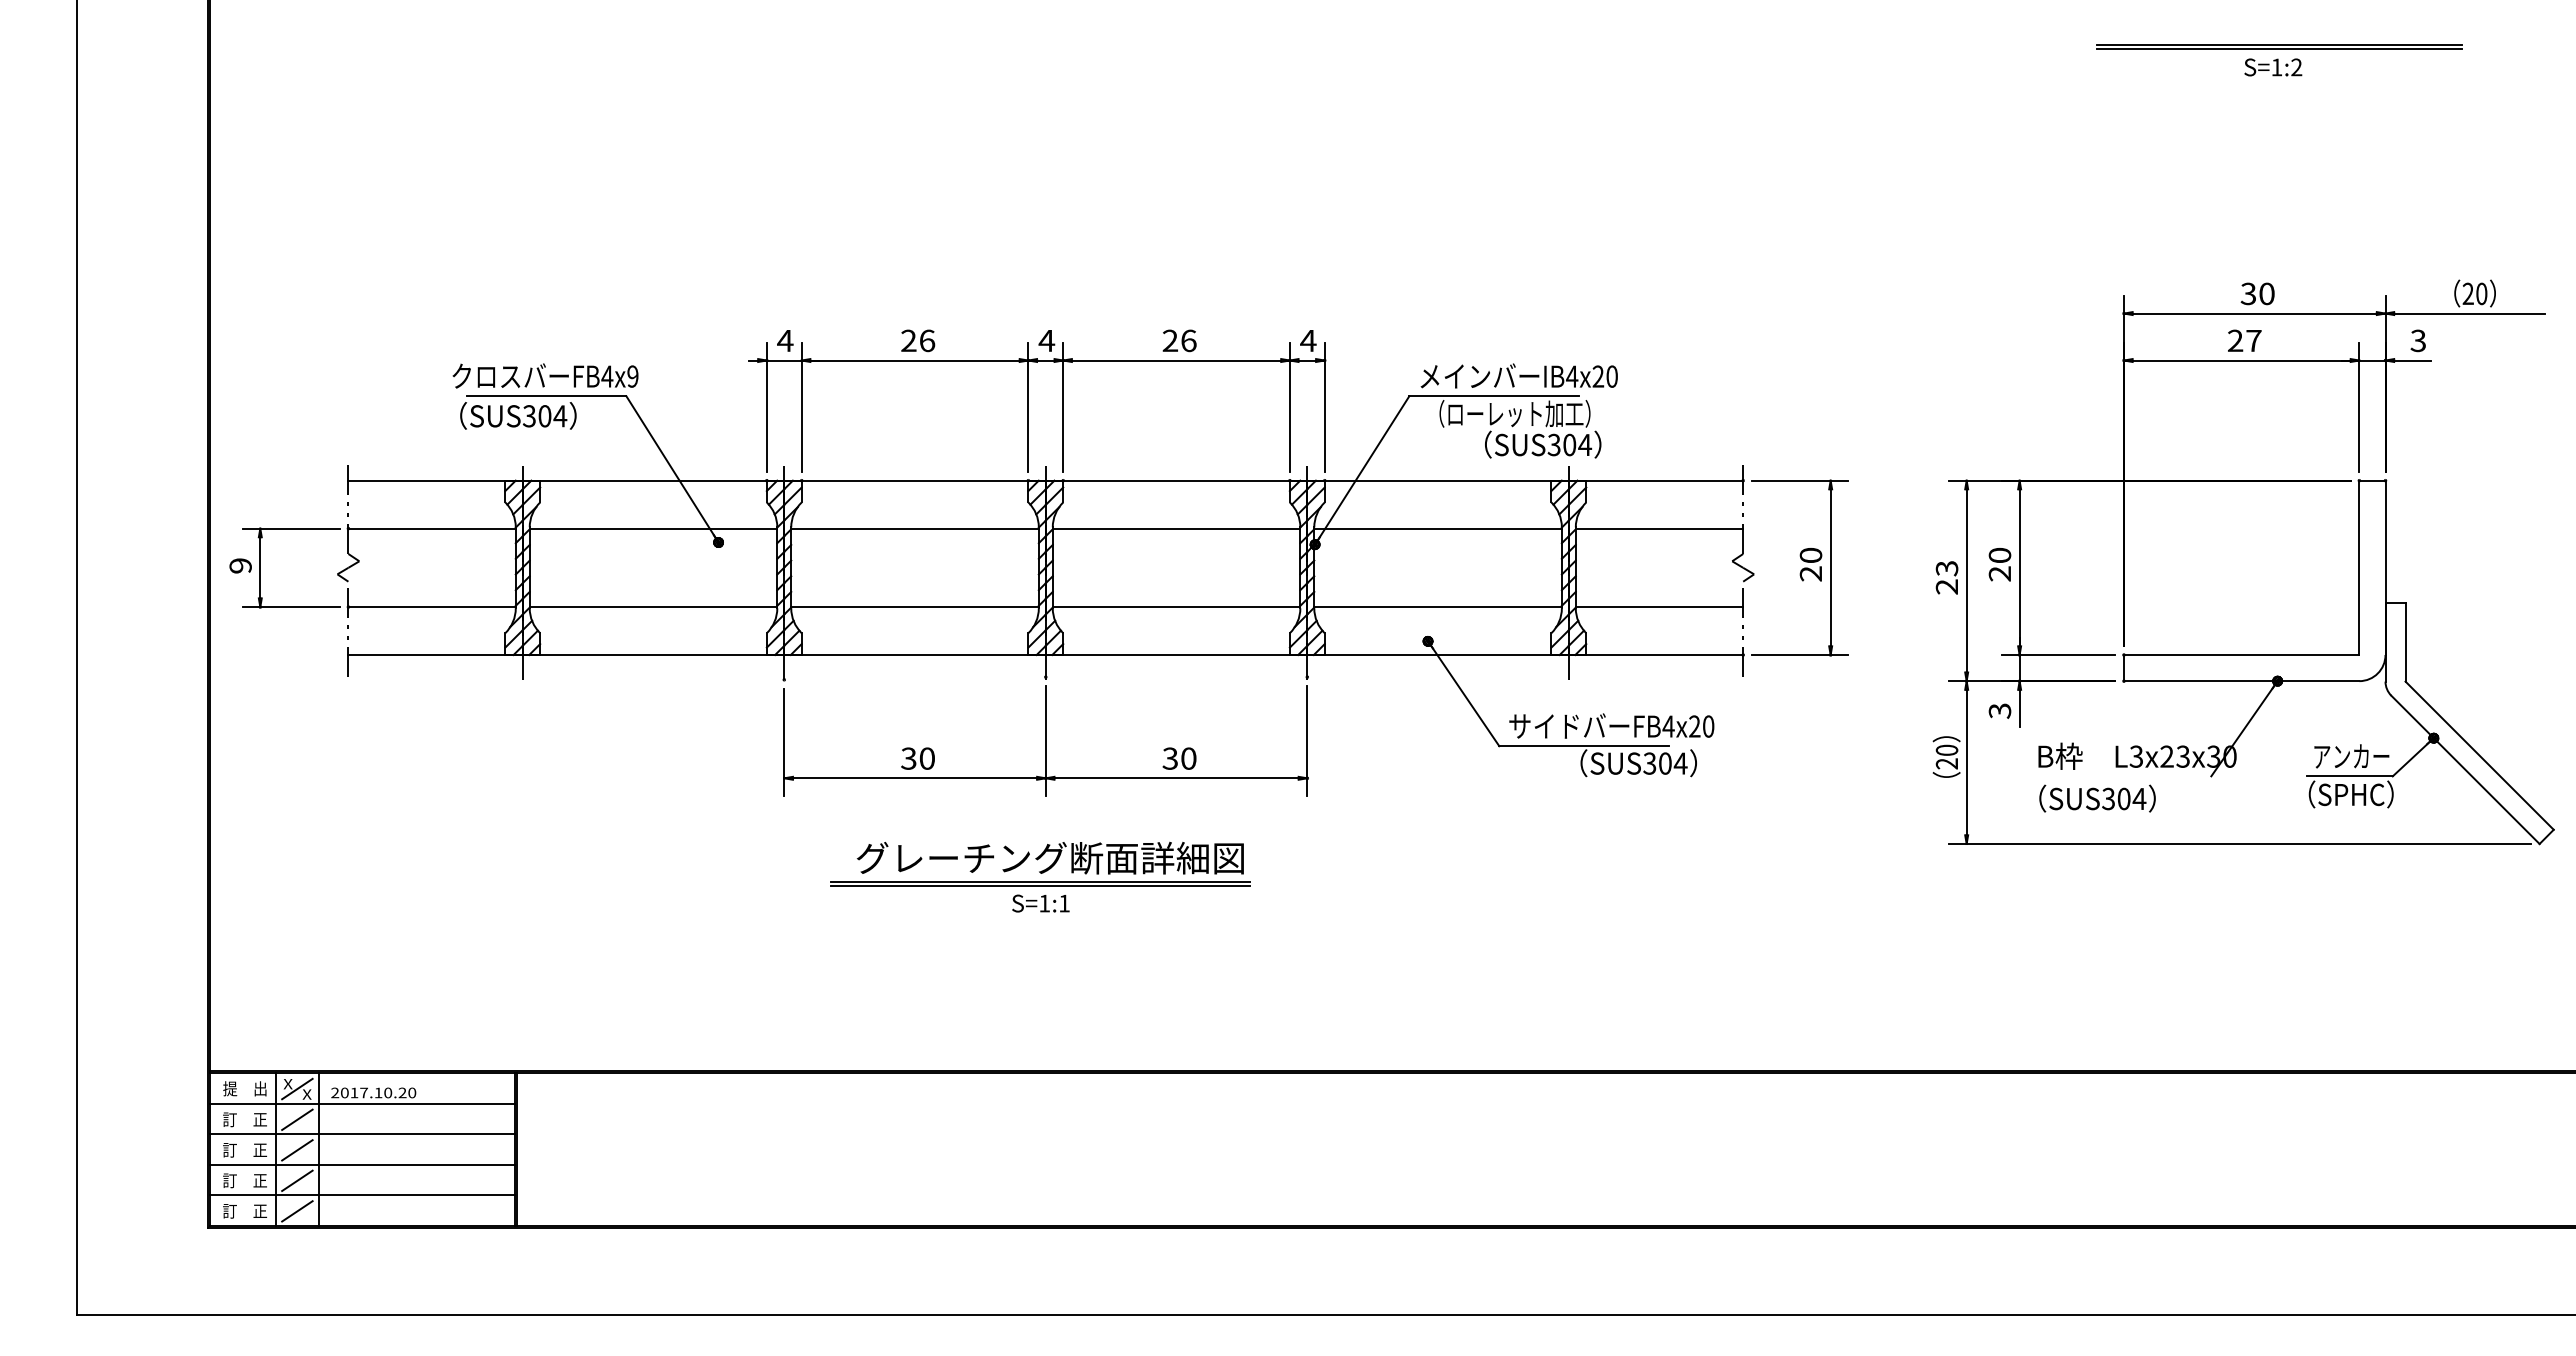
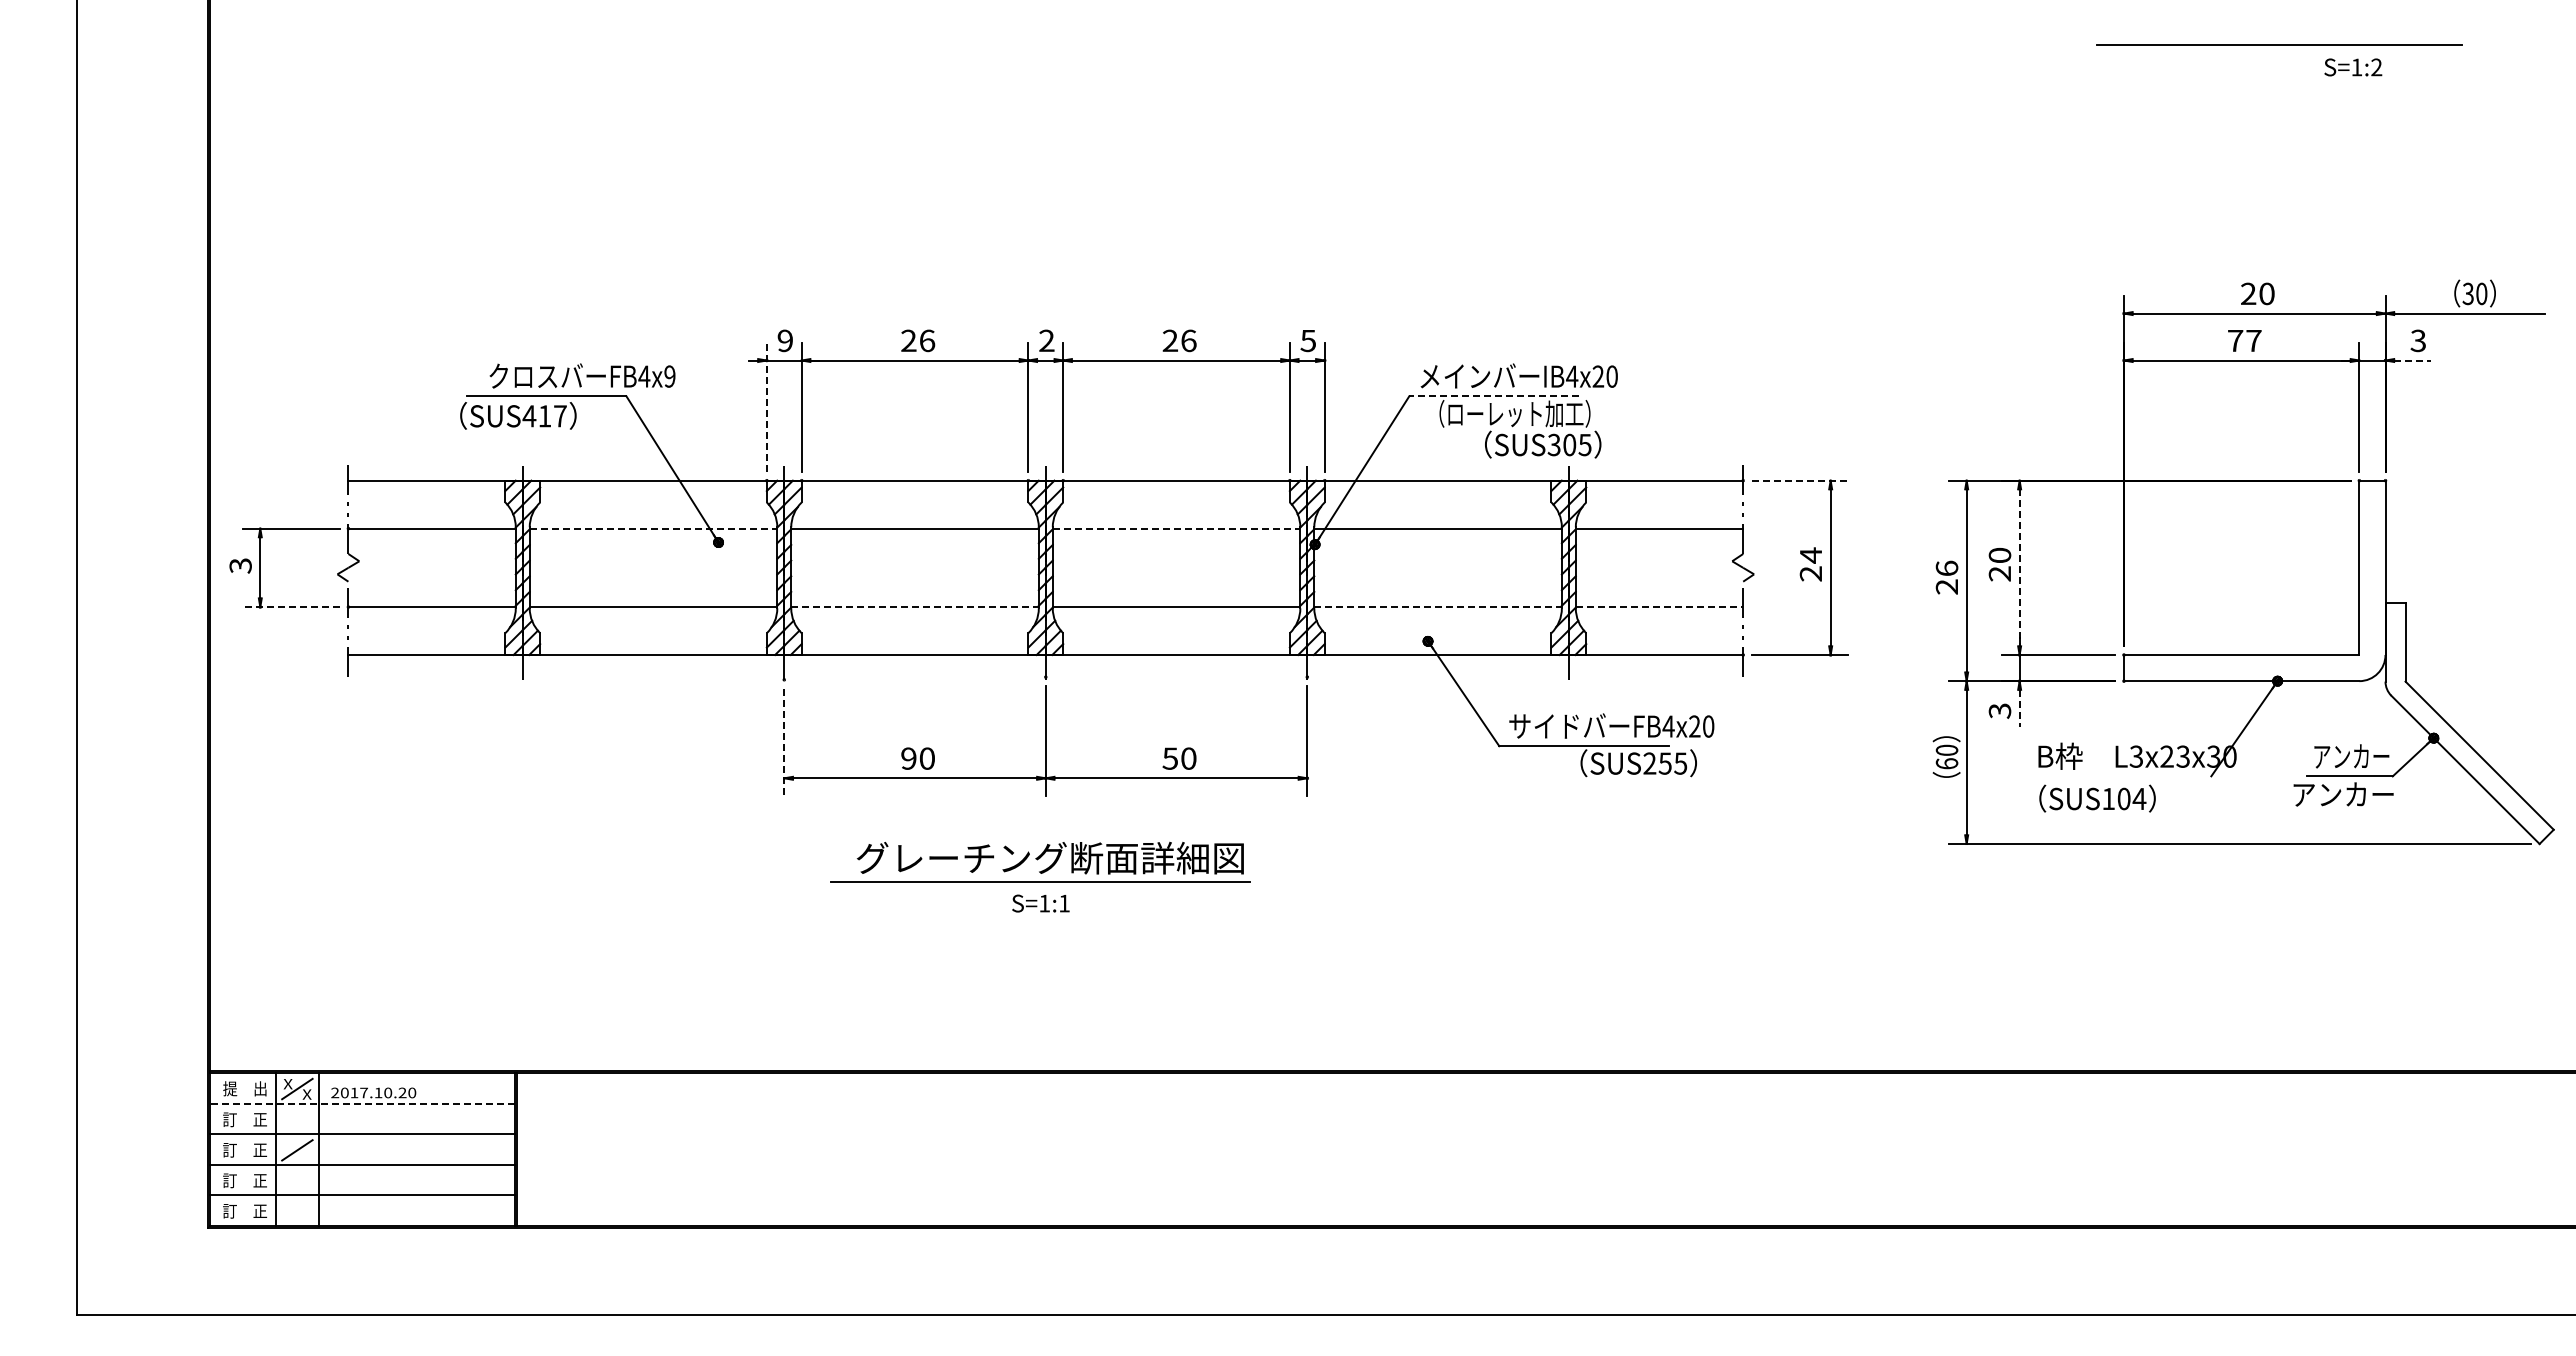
line at (2279, 49): present -> none
text at (2273, 67) position: (2273, 67) -> (2353, 67)
text at (2248, 294): 30 -> 20
text at (2467, 294): 20 -> 30
text at (785, 340): 4 -> 9
text at (1046, 340): 4 -> 2
text at (2235, 340): 27 -> 77
text at (1308, 341): 4 -> 5
line at (2413, 360): solid -> dashed
text at (545, 375) position: (545, 375) -> (582, 375)
line at (1494, 396): solid -> dashed
line at (766, 407): solid -> dashed
text at (544, 416): SUS304 -> SUS417
text at (1585, 445): SUS304 -> SUS305
line at (1800, 480): solid -> dashed
line at (653, 528): solid -> dashed
line at (1176, 528): solid -> dashed
text at (1810, 555): 20 -> 24
text at (240, 565): 9 -> 3
text at (1946, 568): 23 -> 26
line at (2019, 568): solid -> dashed
line at (290, 607): solid -> dashed
line at (915, 607): solid -> dashed
line at (1438, 607): solid -> dashed
line at (1659, 607): solid -> dashed
line at (2019, 708): solid -> dashed
line at (784, 742): solid -> dashed
text at (908, 758): 30 -> 90
text at (1169, 758): 30 -> 50
text at (1665, 763): SUS304 -> SUS255
text at (1946, 763): 20 -> 60
text at (2343, 794): （SPHC） -> アンカー
text at (2108, 798): SUS304 -> SUS104
line at (1040, 886): present -> none
line at (362, 1103): solid -> dashed
line at (297, 1119): present -> none
line at (297, 1180): present -> none
line at (297, 1211): present -> none
